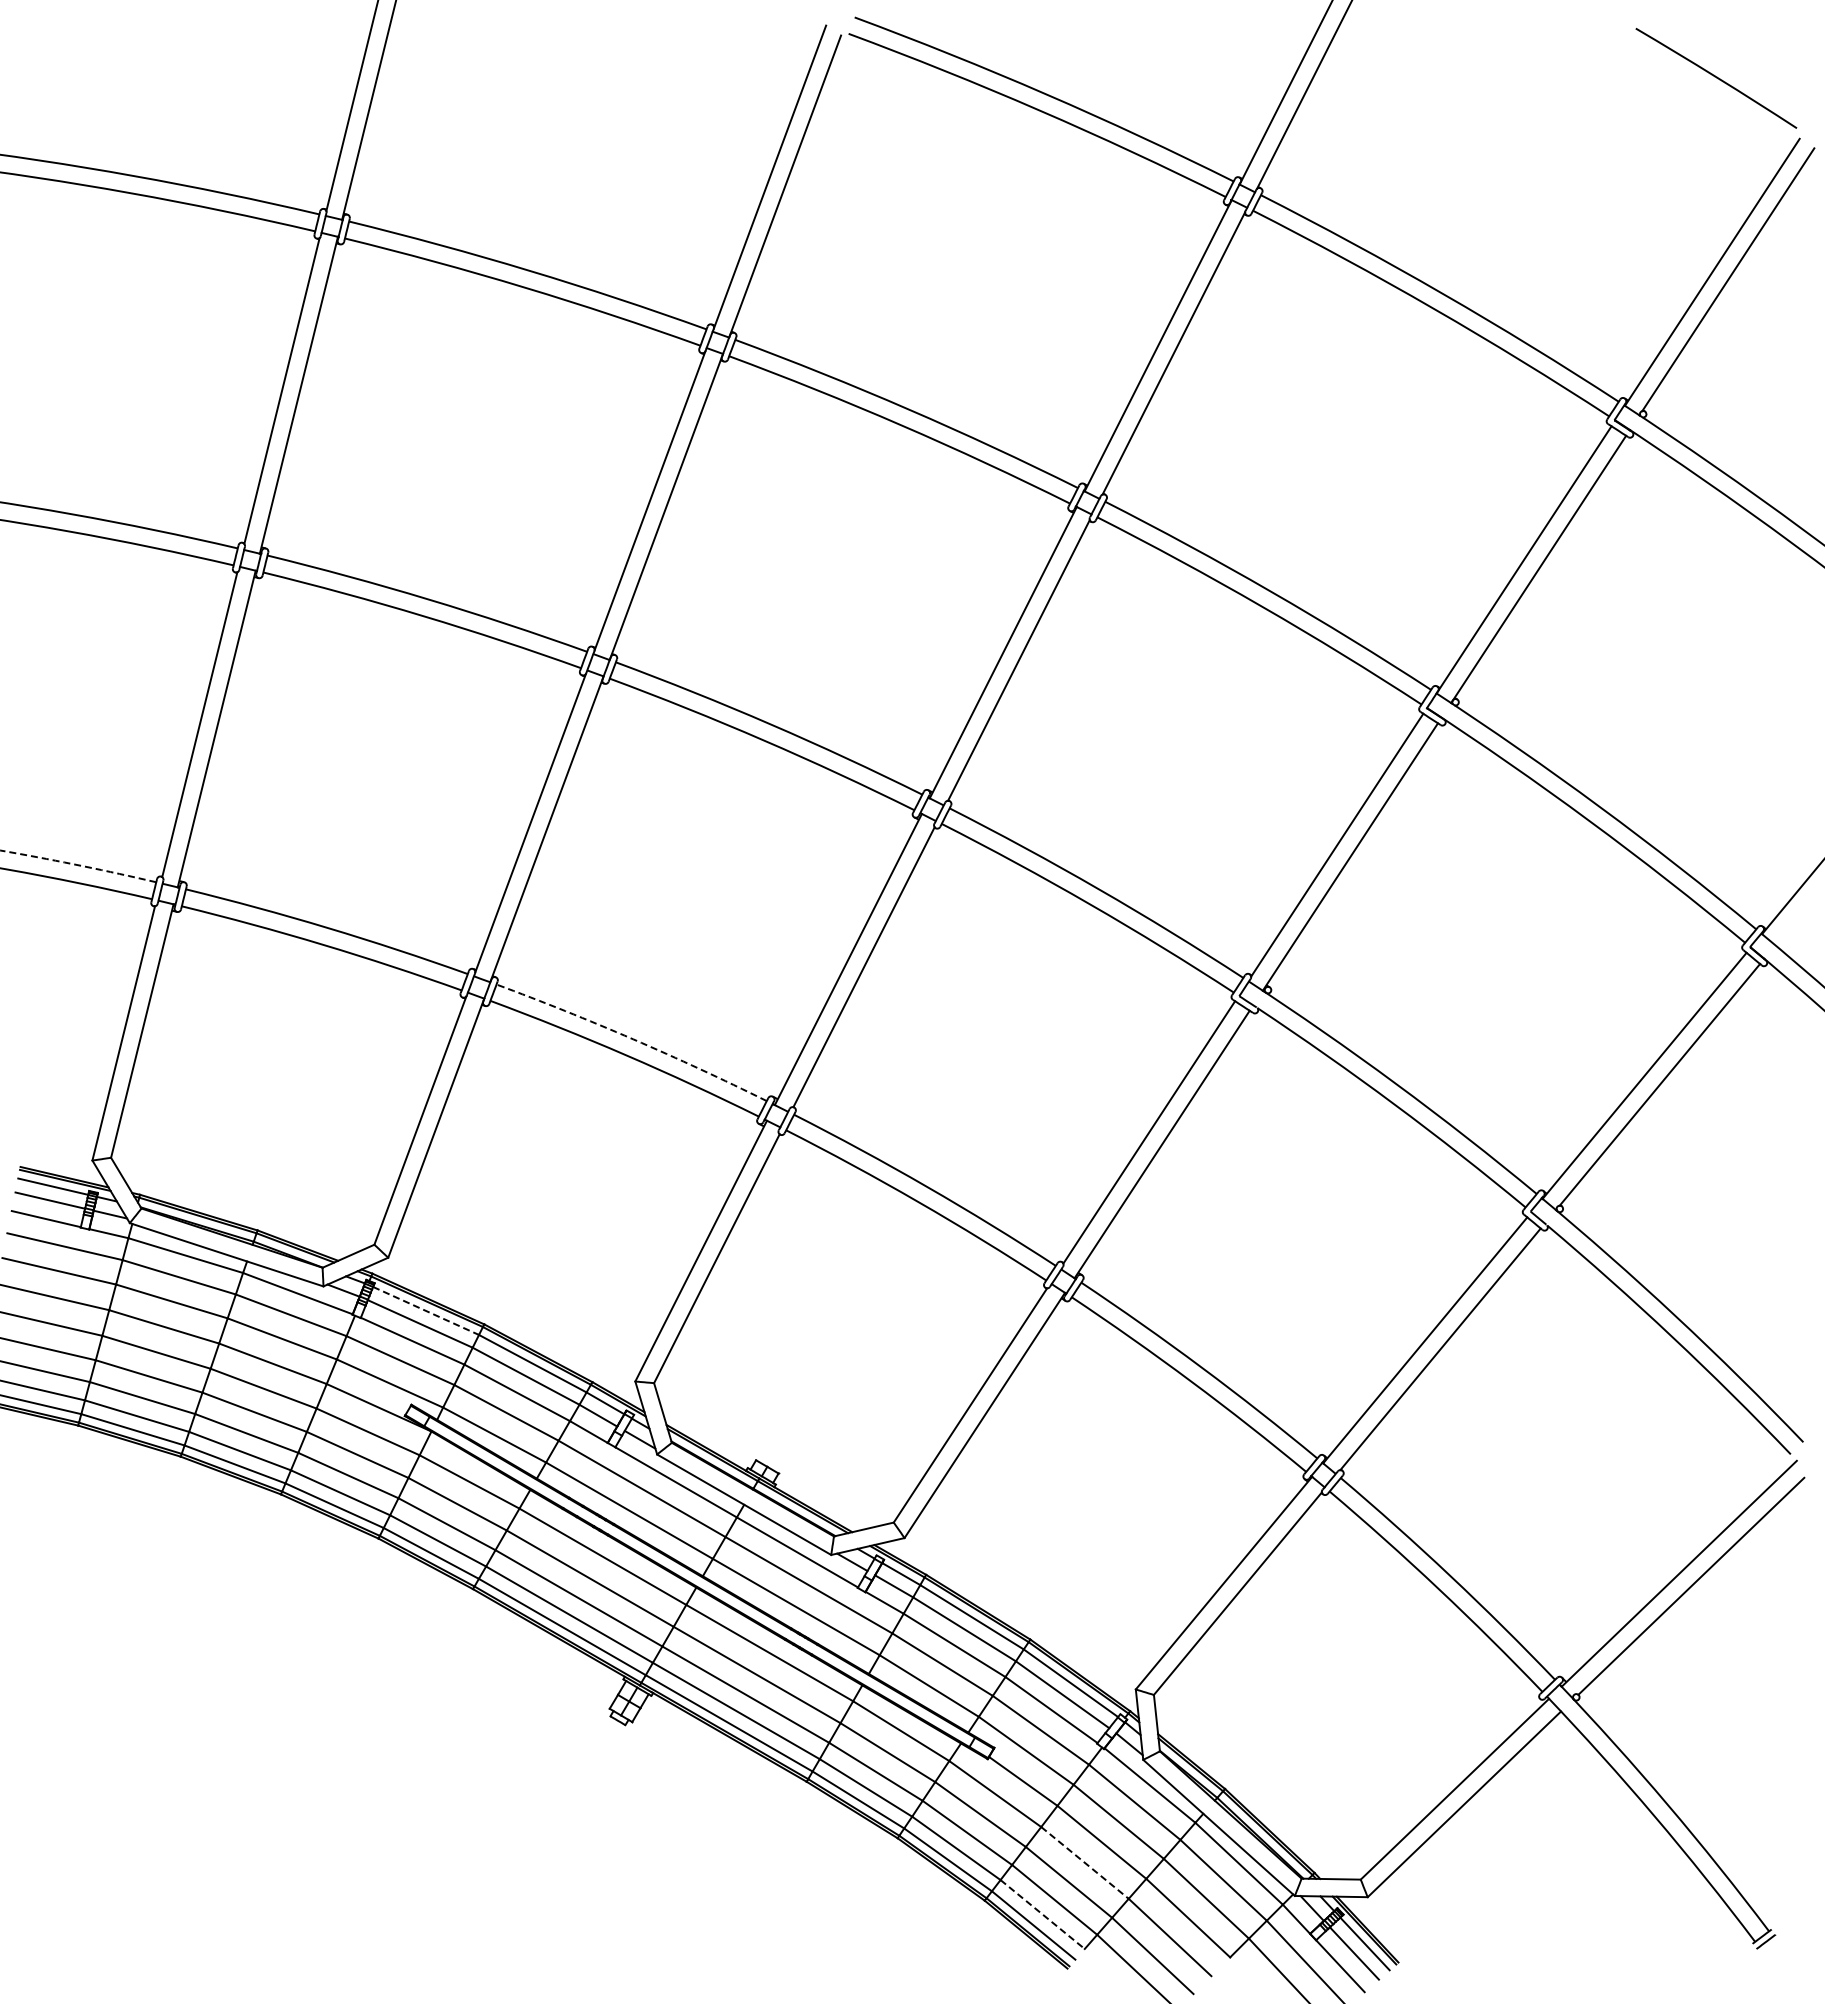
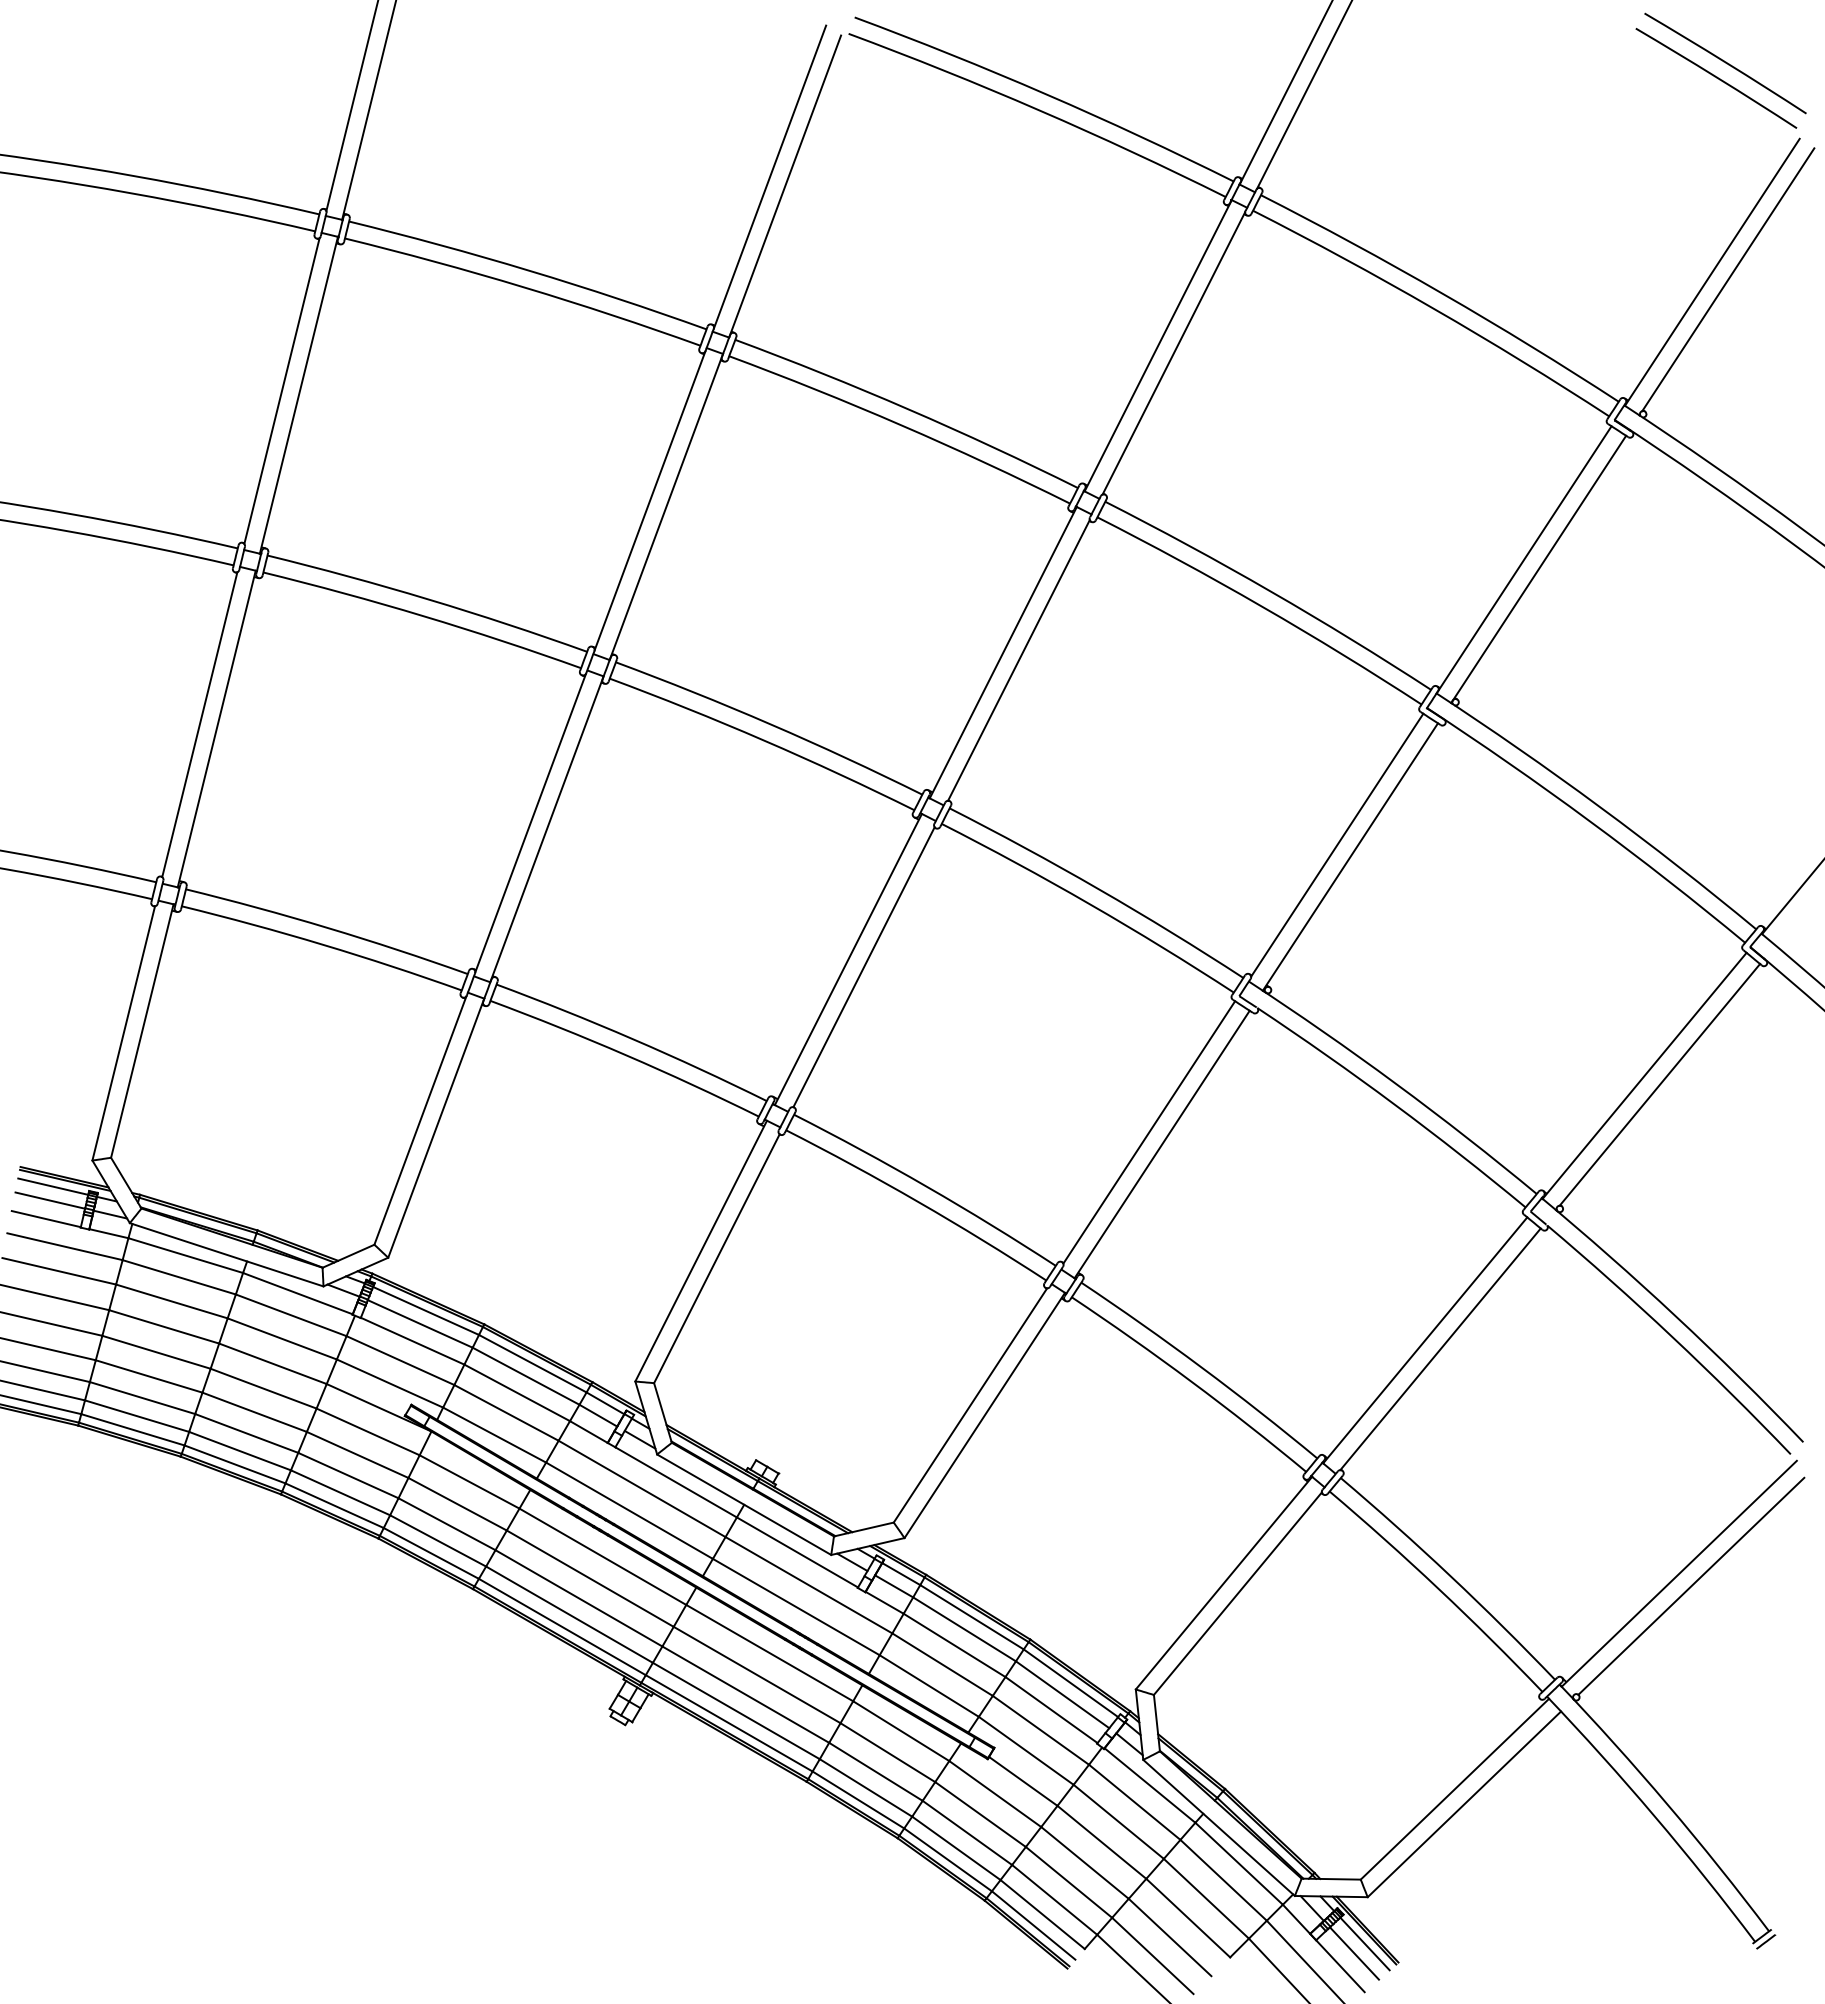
arc at (1725, 63): none -> present
arc at (78, 865): dashed -> solid
arc at (633, 1039): dashed -> solid
line at (426, 1311): dashed -> solid
line at (1085, 1862): dashed -> solid
line at (1043, 1914): dashed -> solid
